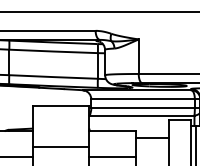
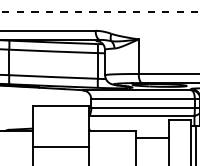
line at (99, 12): solid -> dashed
line at (17, 157): present -> none
line at (112, 157): present -> none
